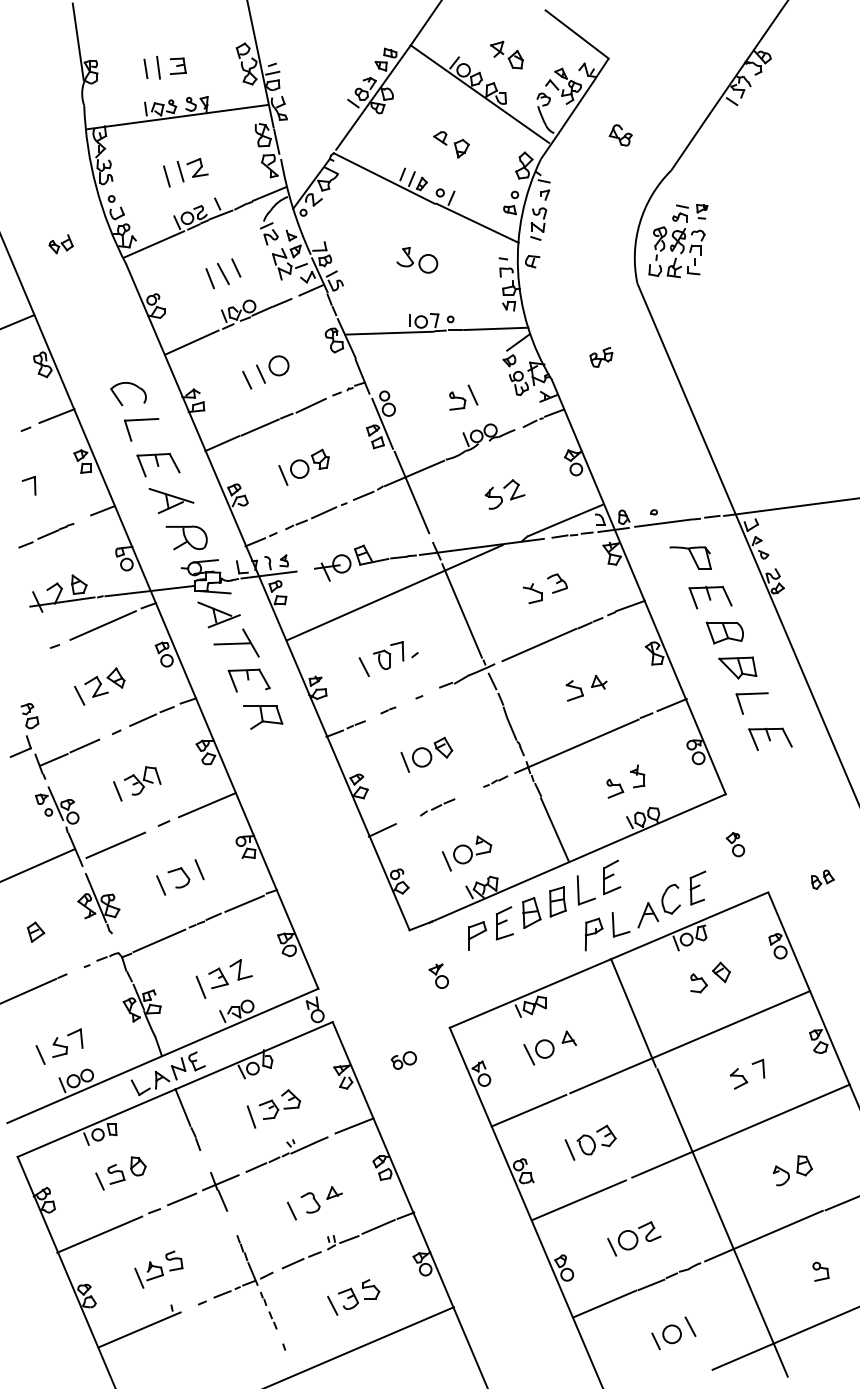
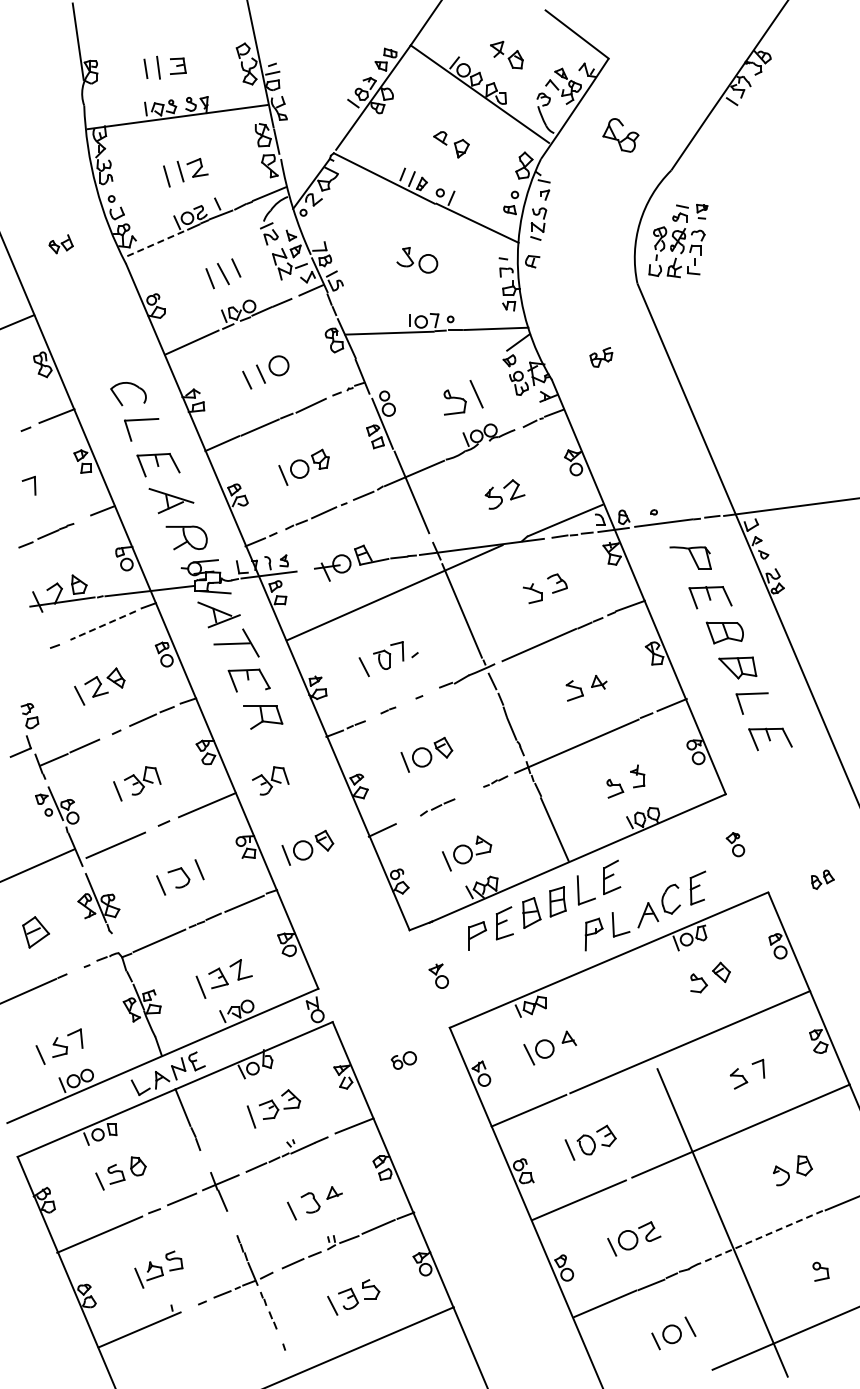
part at (620, 135) size: 25x23 px -> 38x35 px
line at (153, 244): solid -> dashed
part at (463, 397) size: 30x27 px -> 41x36 px
line at (103, 625): solid -> dashed
part at (270, 780): none -> present
part at (307, 847): none -> present
part at (35, 931) size: 20x22 px -> 29x33 px
line at (633, 1012): present -> none
line at (763, 1236): solid -> dashed
